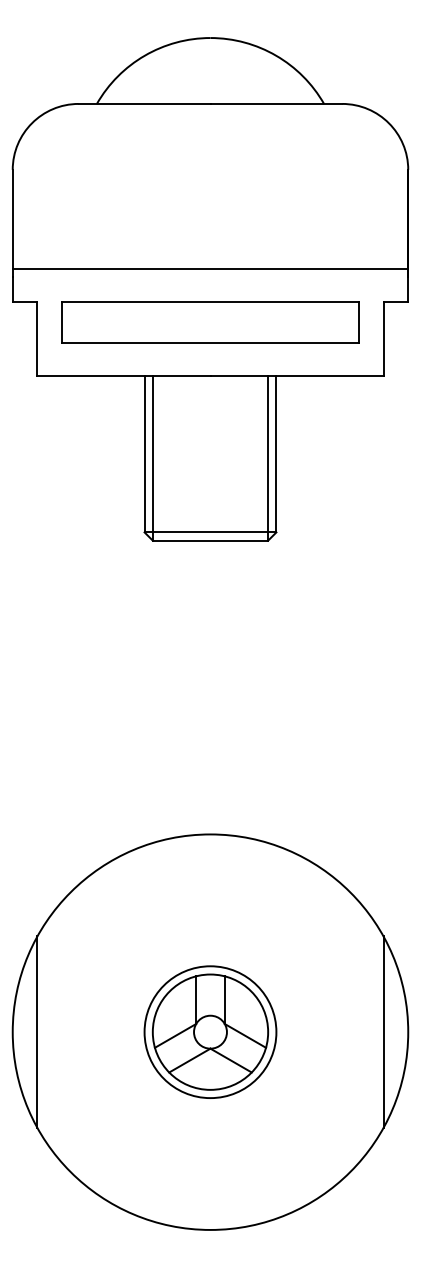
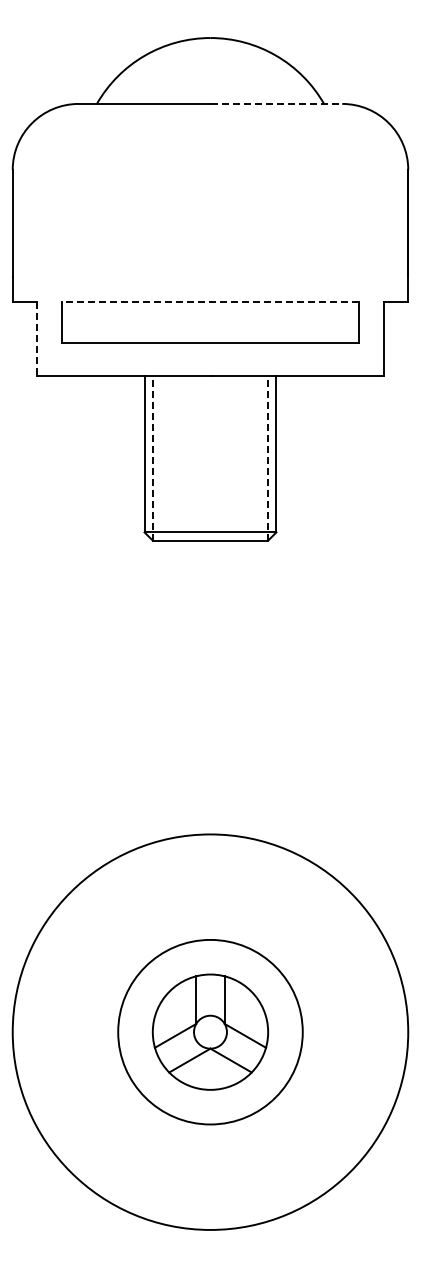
line at (276, 103): solid -> dashed
line at (210, 268): present -> none
line at (209, 301): solid -> dashed
line at (37, 339): solid -> dashed
line at (152, 457): solid -> dashed
line at (268, 457): solid -> dashed
line at (37, 1031): present -> none
line at (383, 1031): present -> none
circle at (210, 1032) diameter: 132 px -> 185 px
